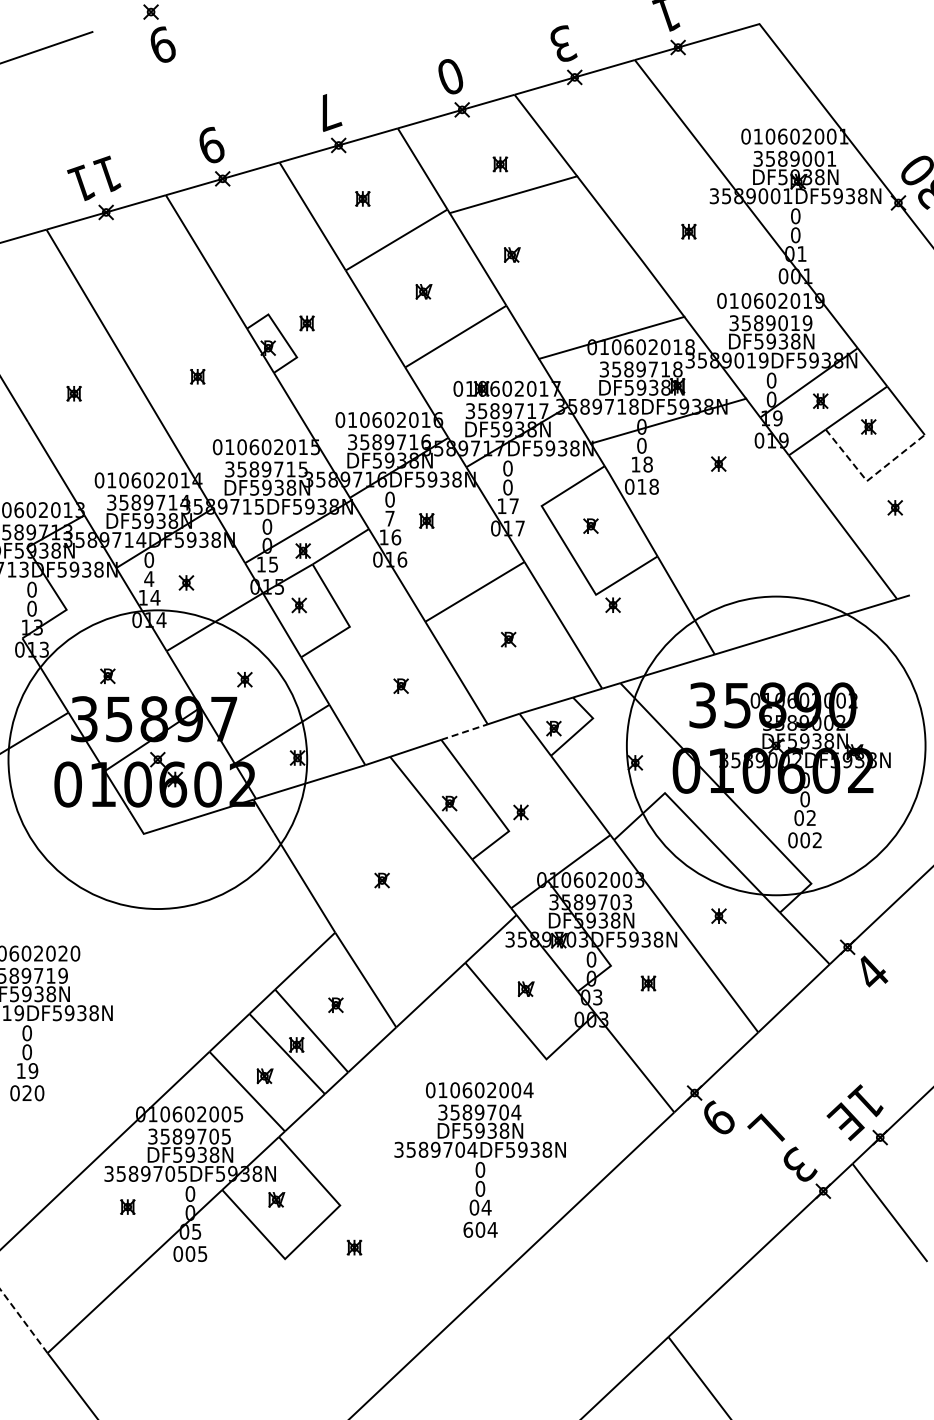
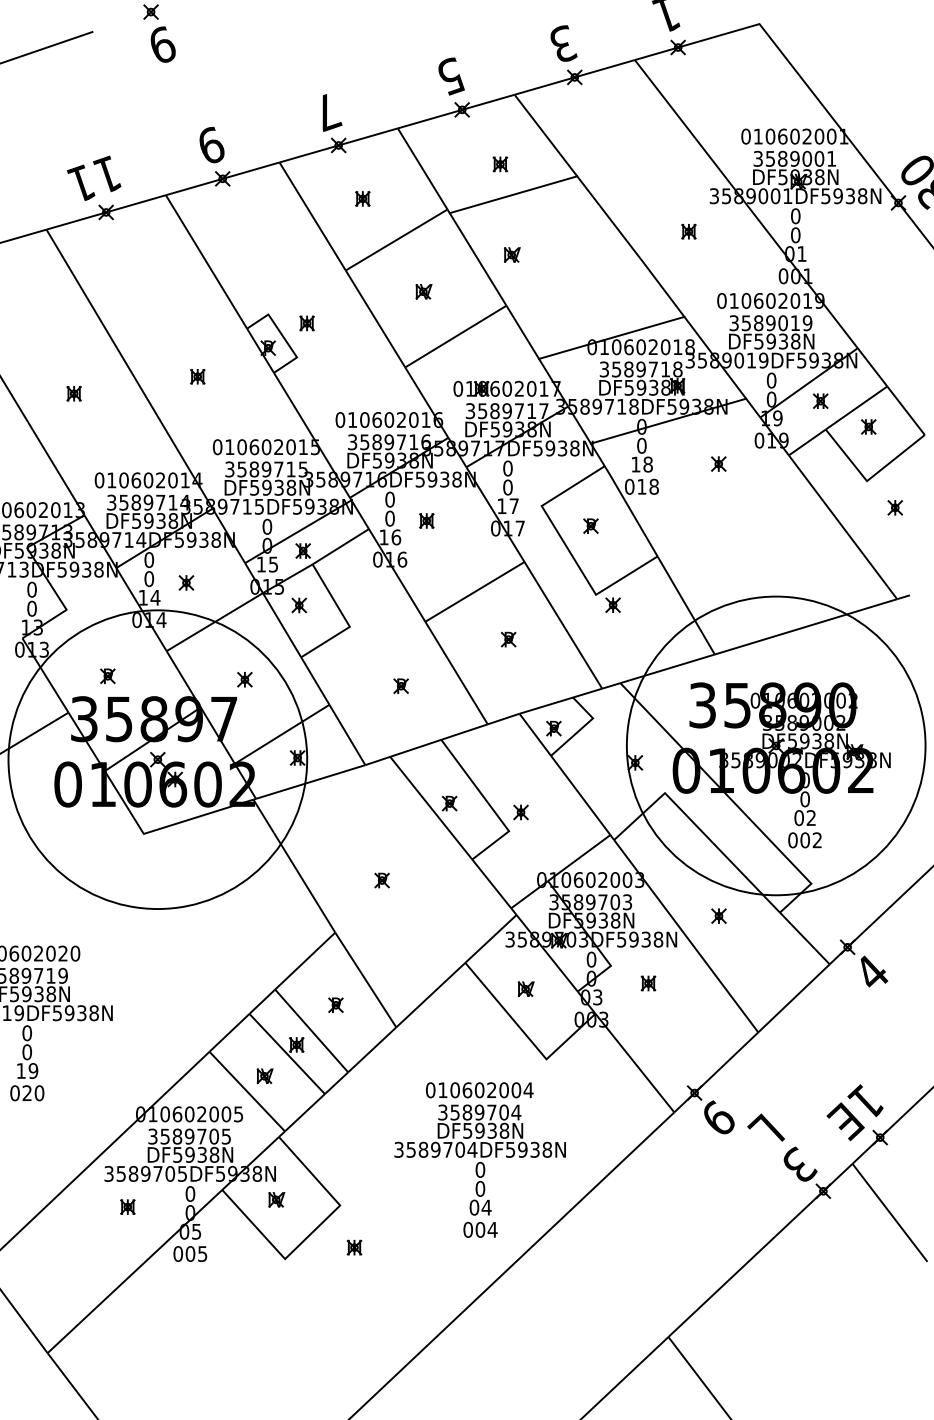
text at (451, 76): 0 -> 5
line at (869, 479): dashed -> solid
text at (389, 518): 7 -> 0
text at (149, 579): 4 -> 0
line at (464, 732): dashed -> solid
text at (468, 1229): 604 -> 004
line at (23, 1321): dashed -> solid
